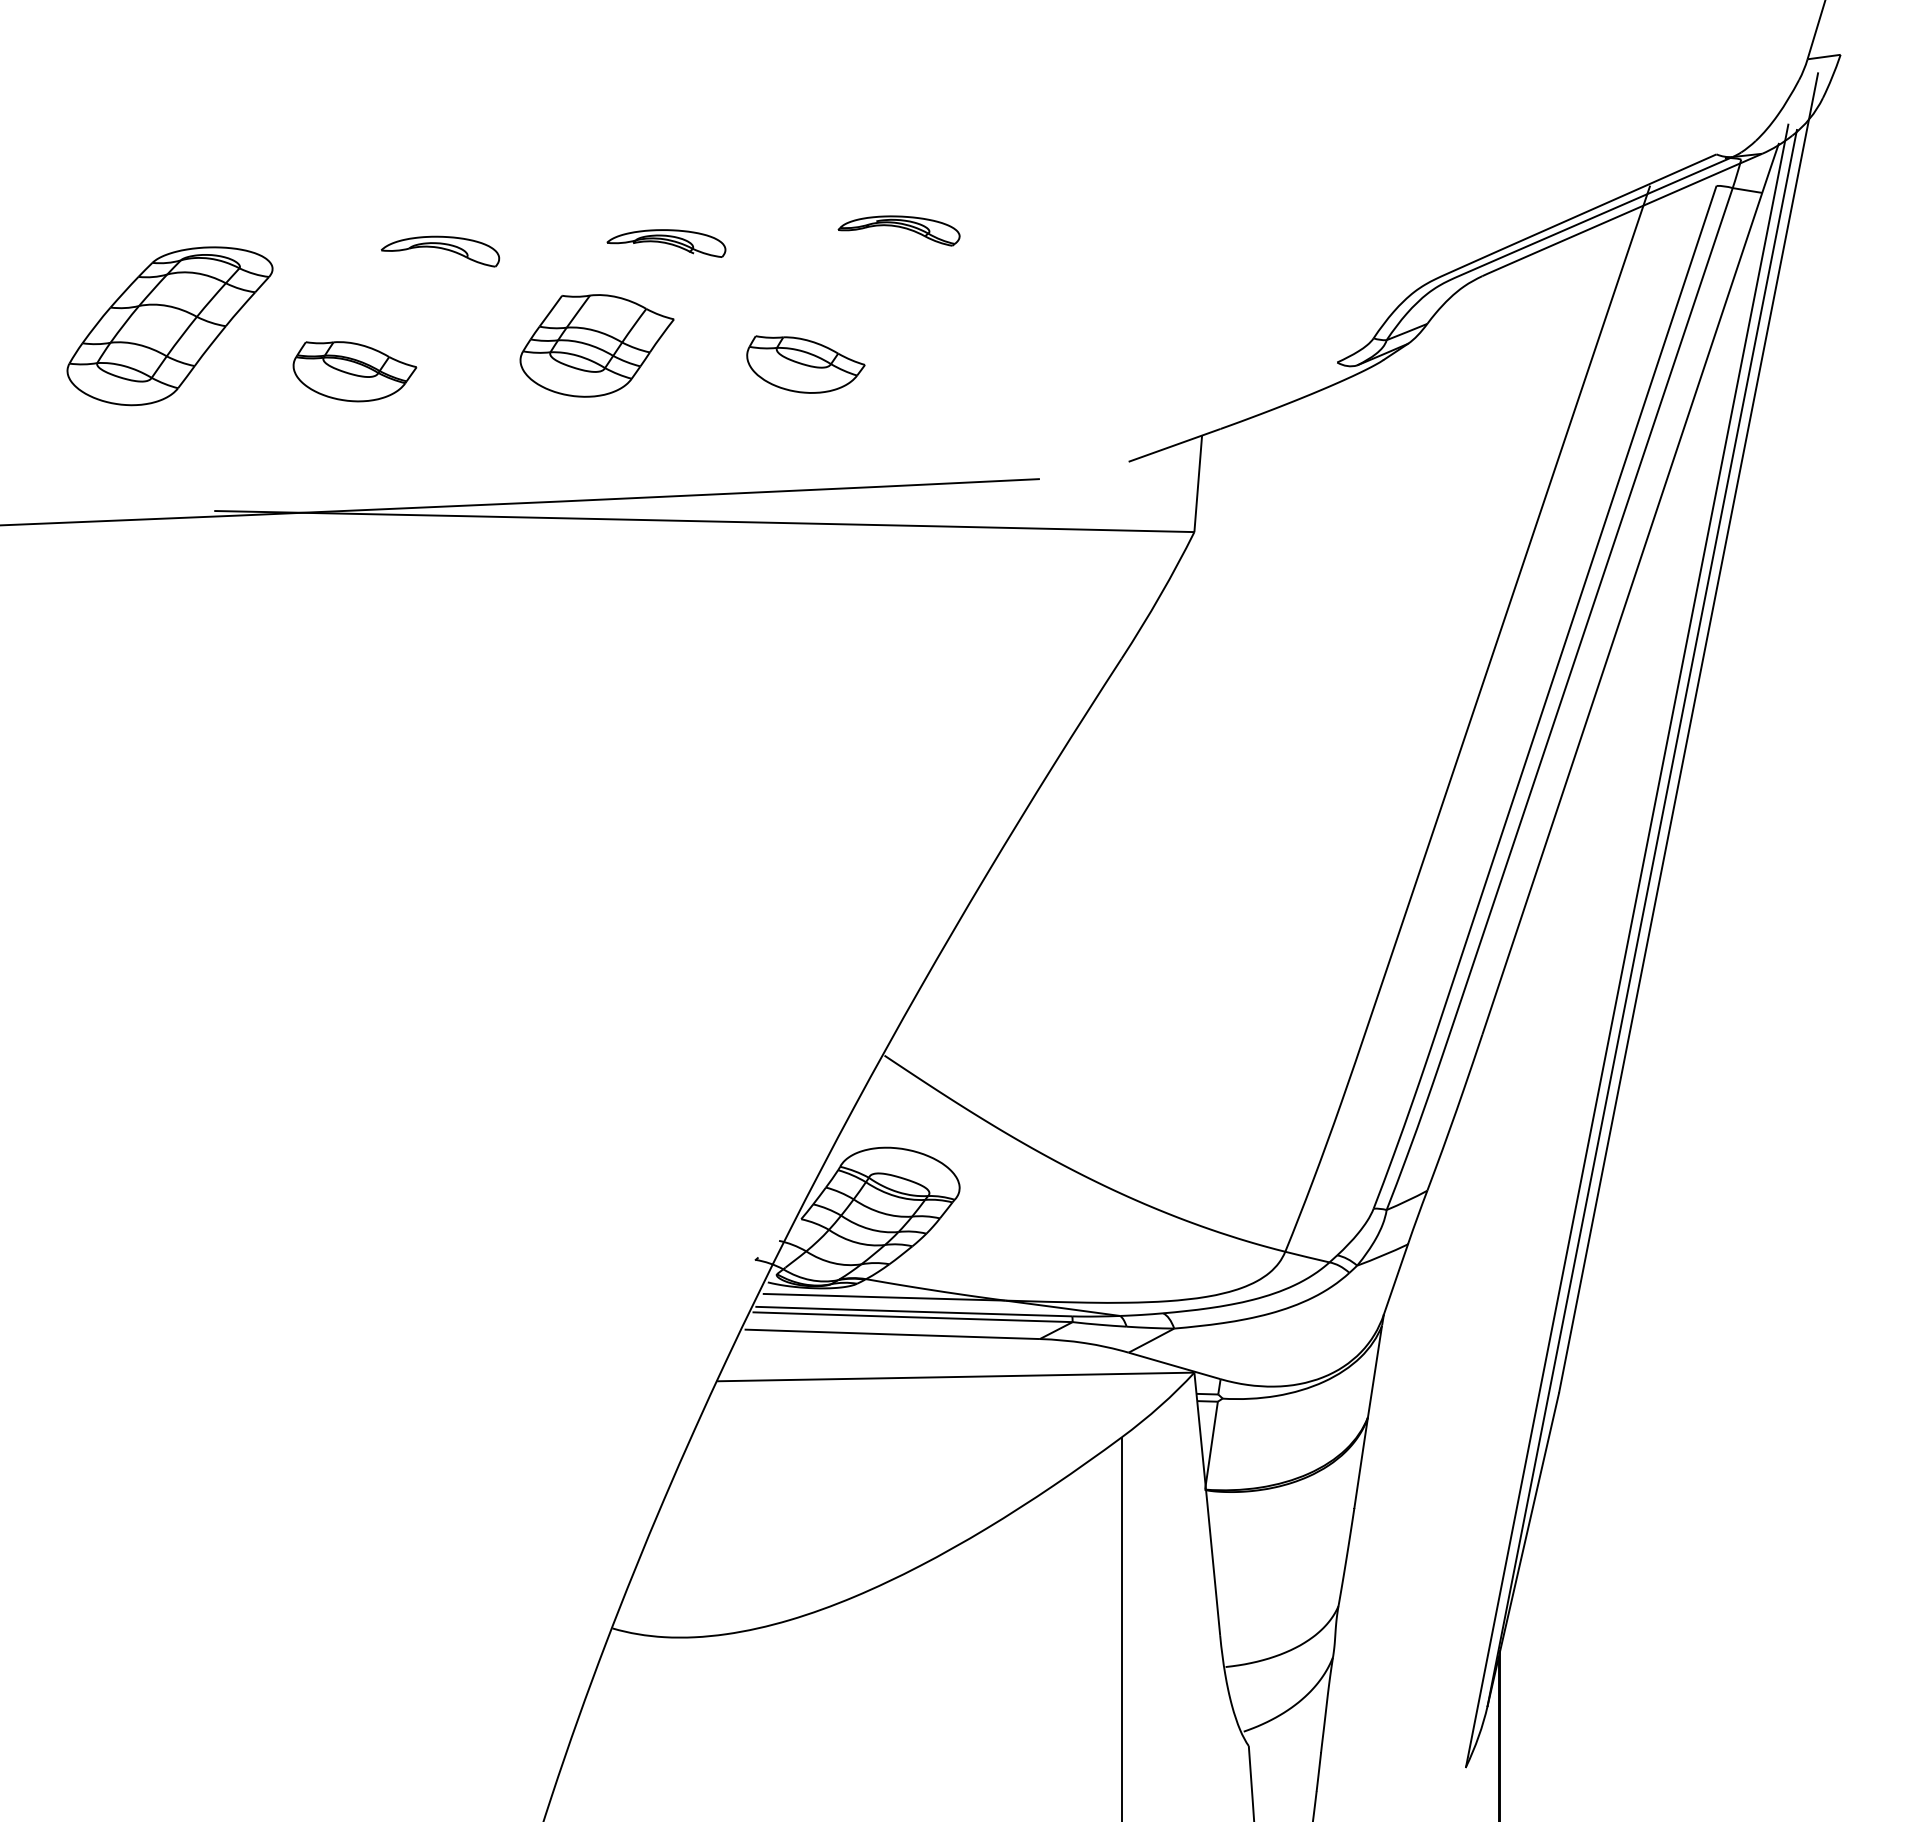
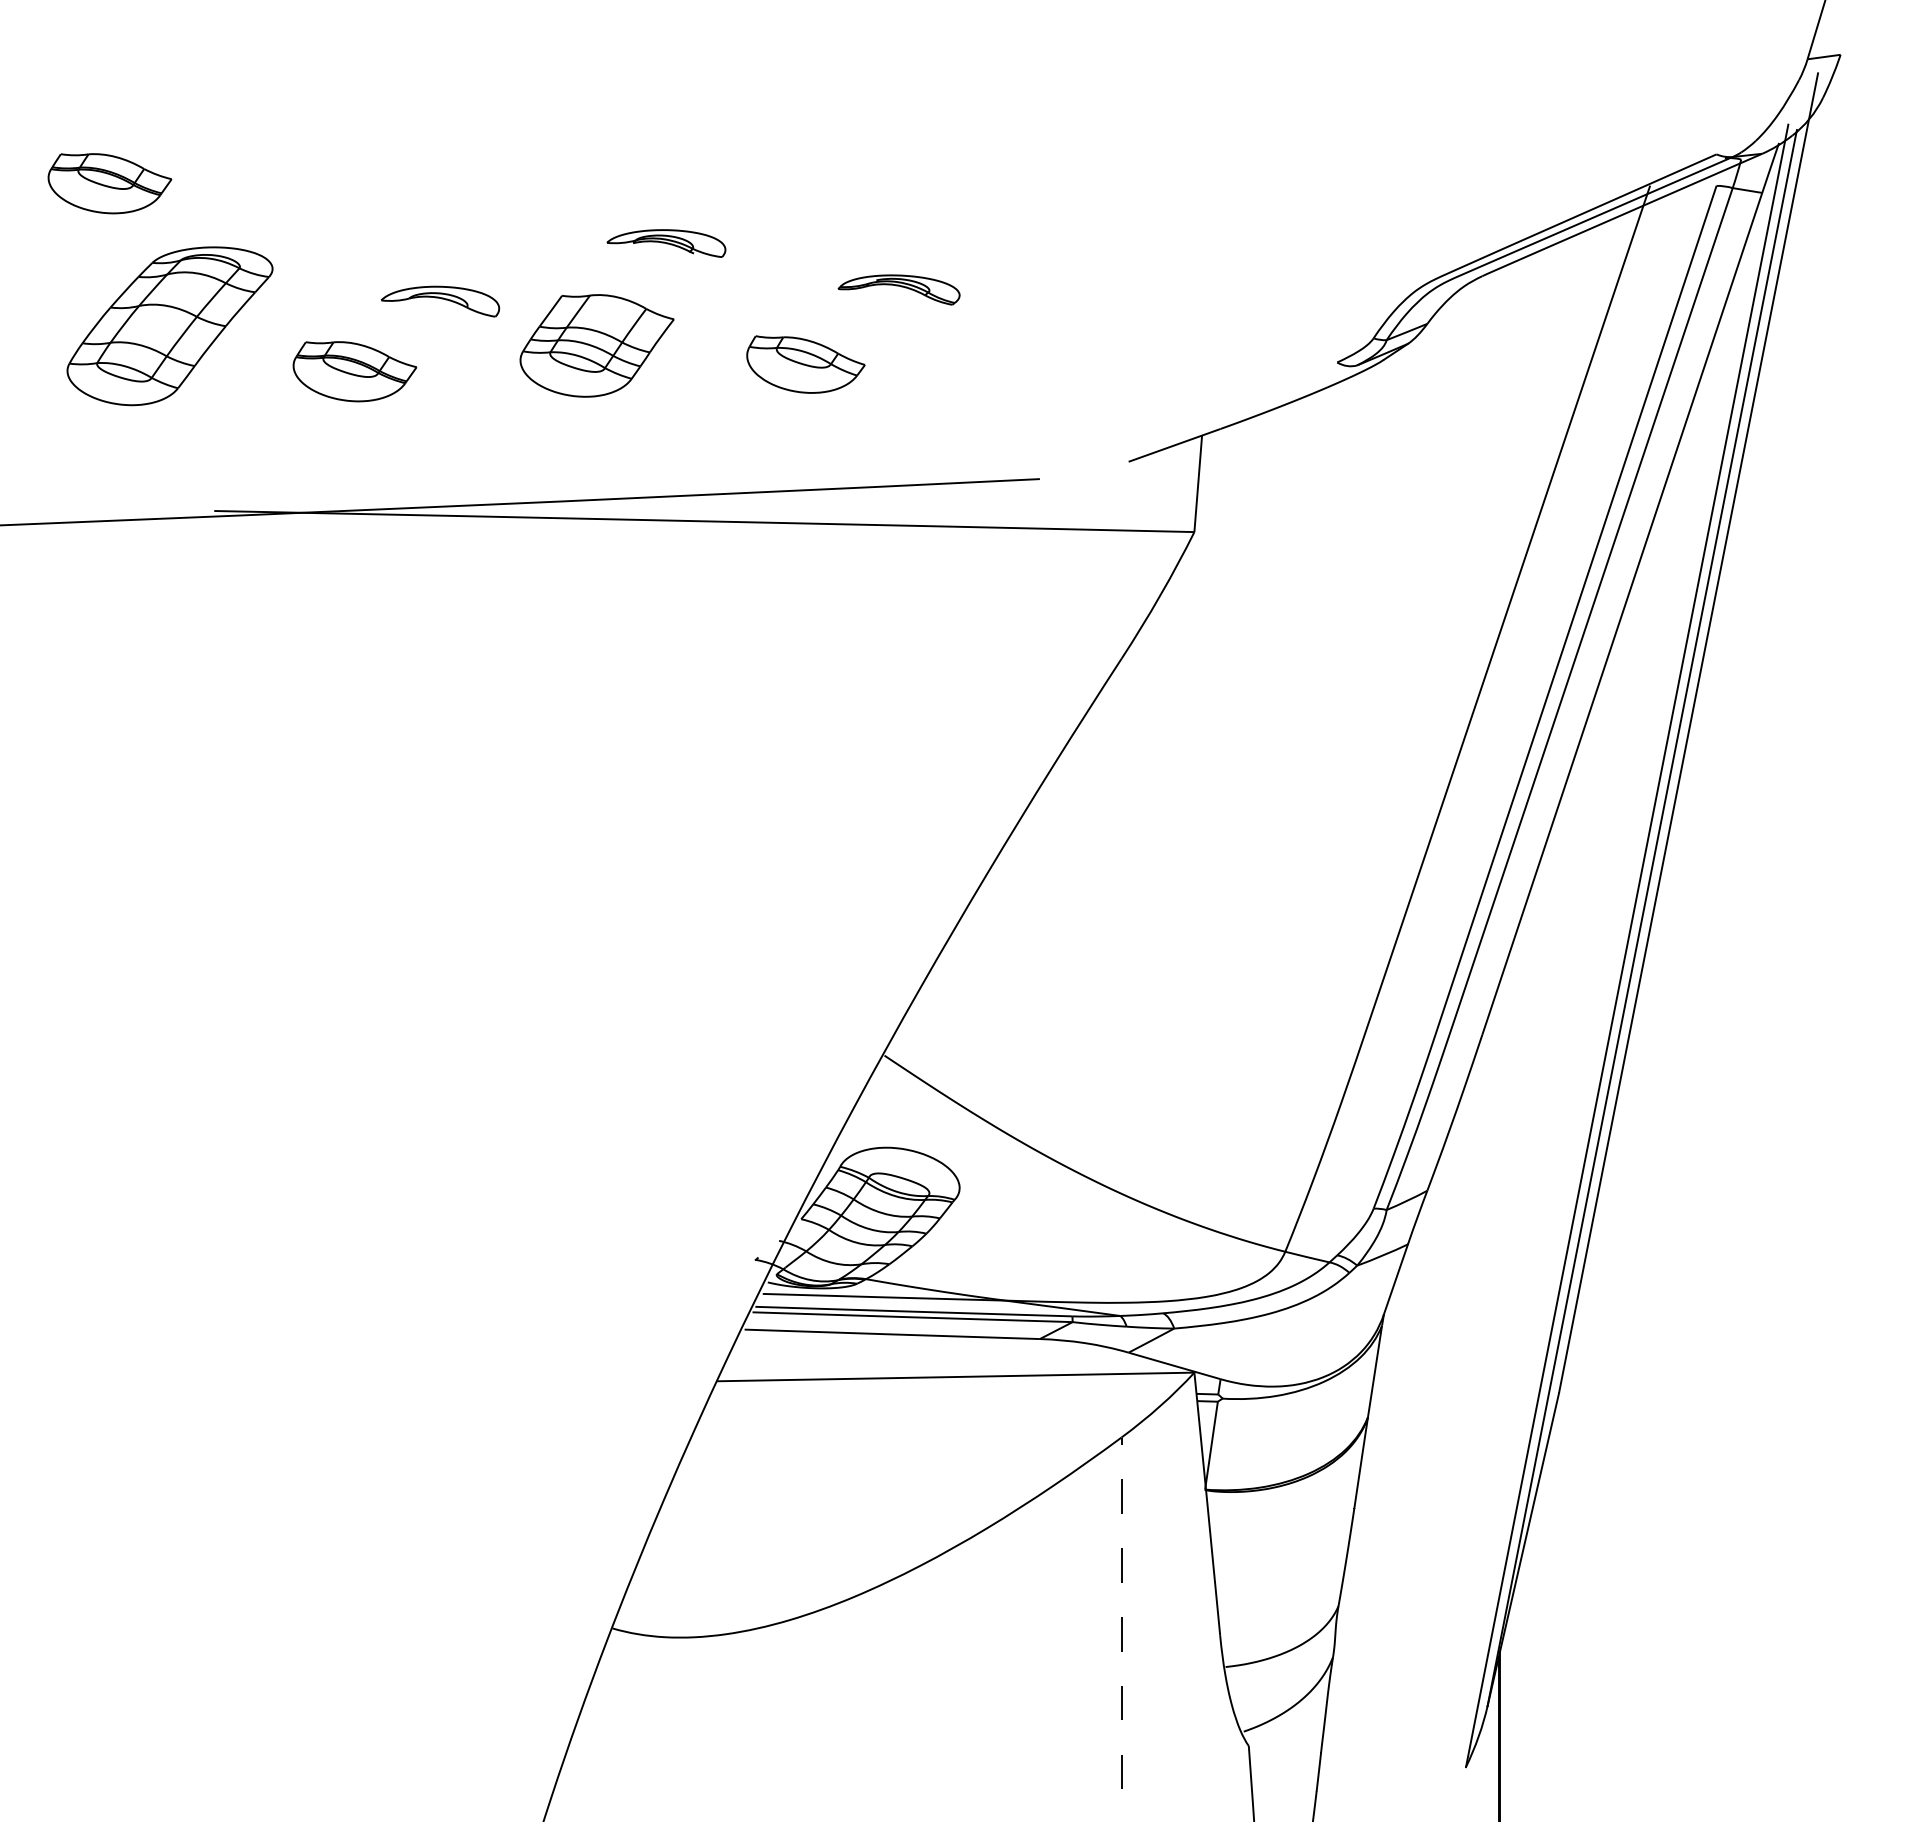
part at (109, 183): none -> present
part at (898, 230) position: (898, 230) -> (898, 289)
part at (440, 251) position: (440, 251) -> (440, 301)
line at (1121, 1629): solid -> dashed
